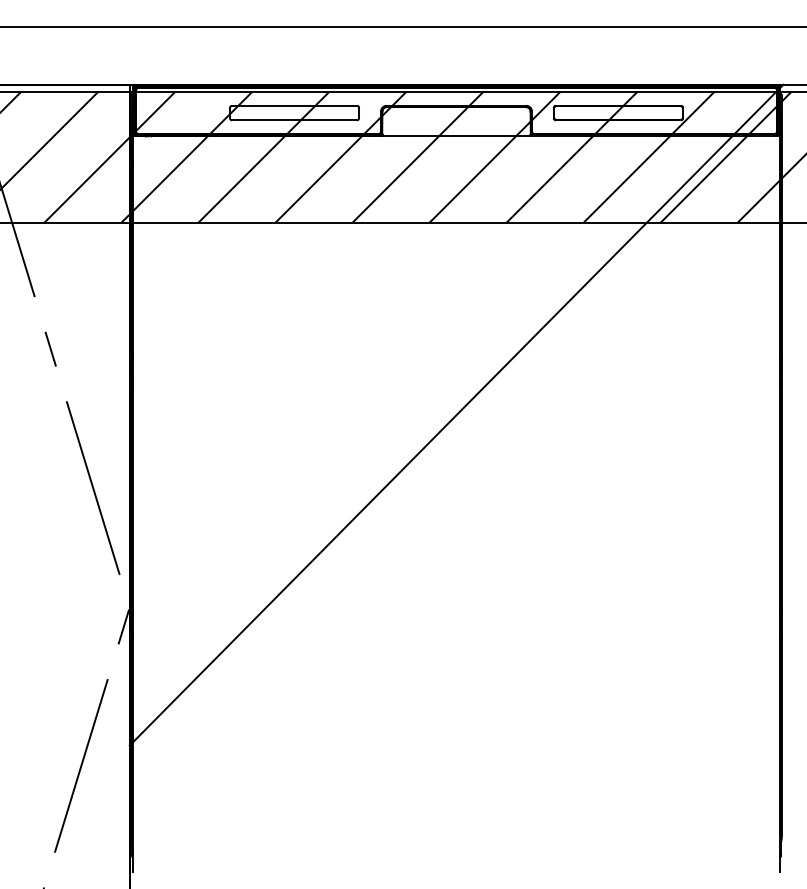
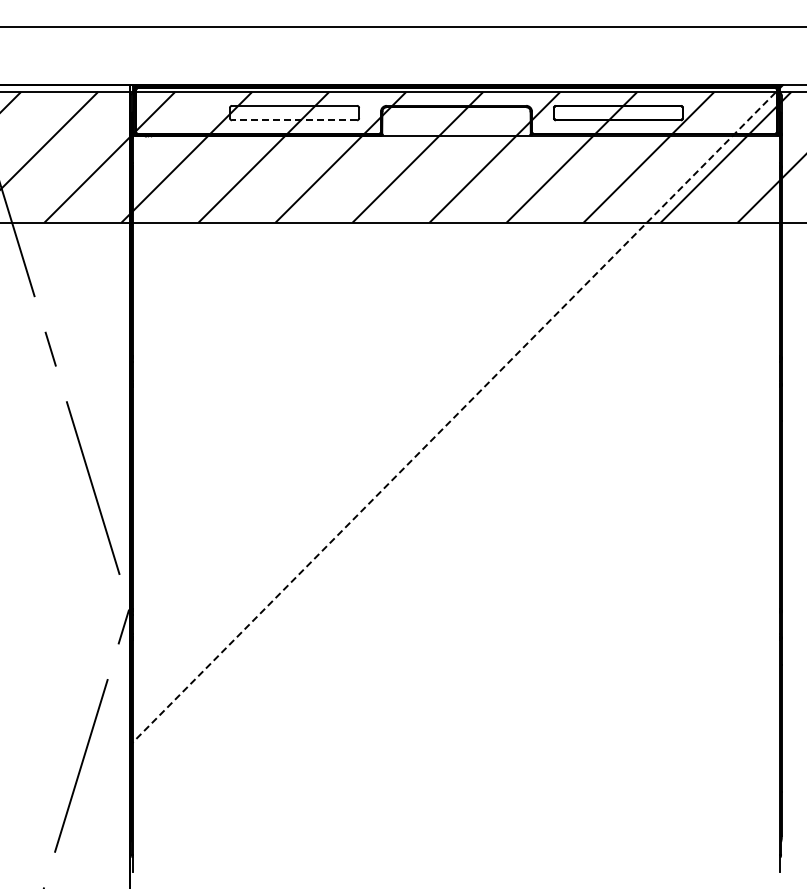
line at (294, 120): solid -> dashed
line at (456, 415): solid -> dashed
